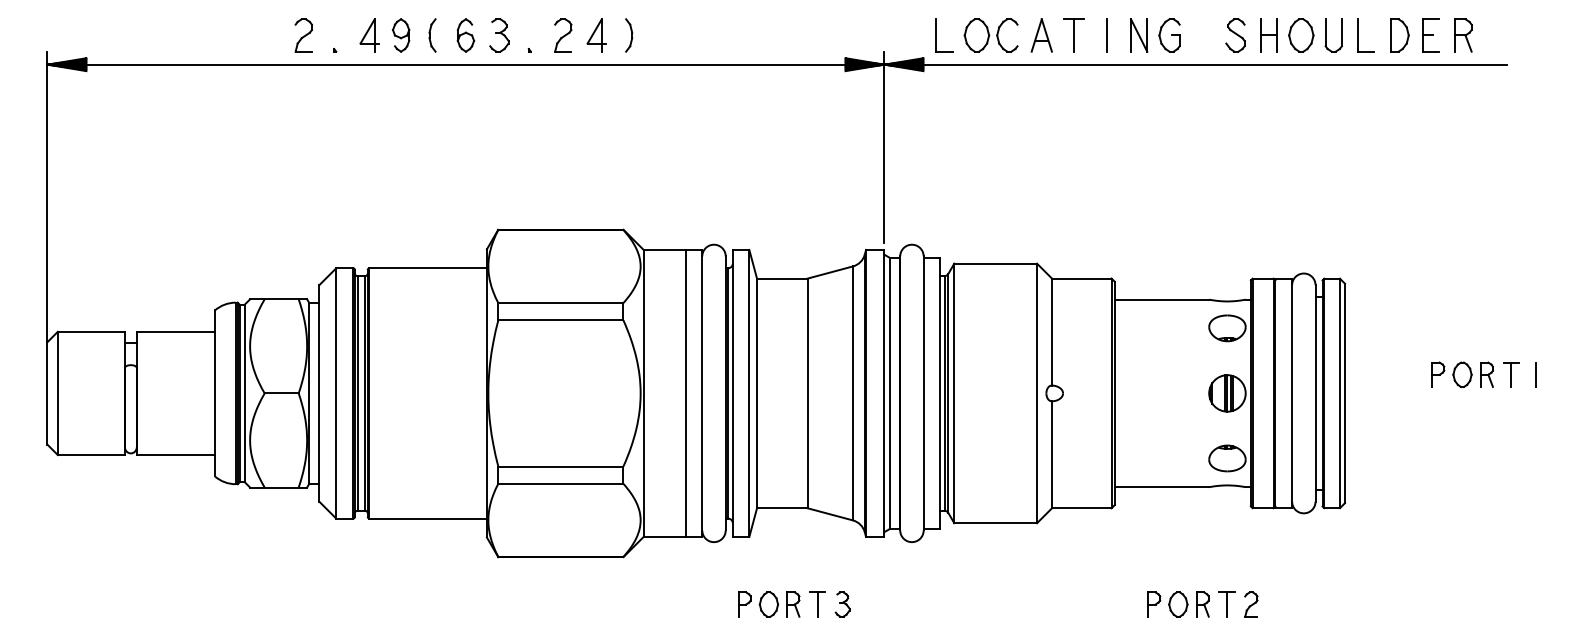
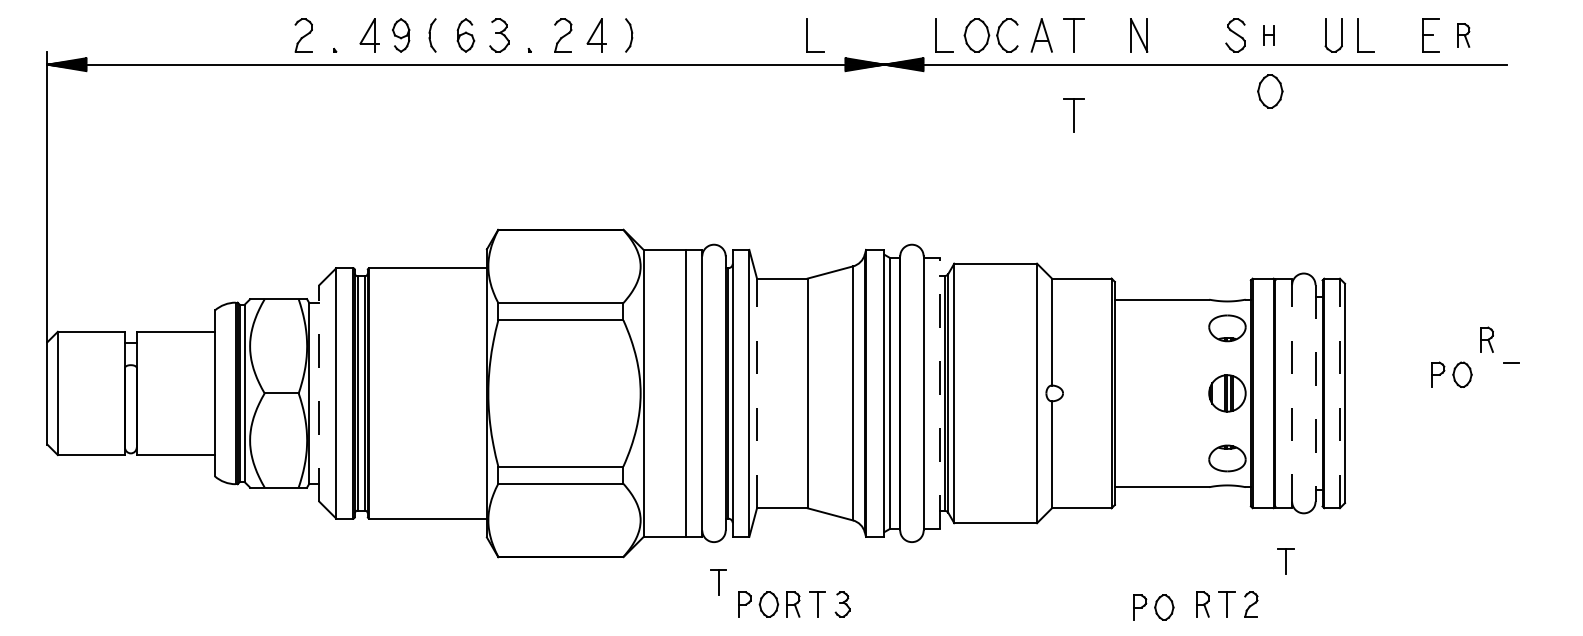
part at (807, 35): none -> present
line at (1106, 35): present -> none
part at (1169, 35): present -> none
part at (1268, 35) size: 18x35 px -> 12x21 px
part at (1301, 35) position: (1301, 35) -> (1270, 91)
part at (1399, 35): present -> none
part at (1463, 35) size: 19x35 px -> 14x25 px
part at (1073, 115): none -> present
line at (884, 147): present -> none
part at (1486, 374) position: (1486, 374) -> (1486, 339)
line at (1511, 374): present -> none
line at (1535, 374): present -> none
line at (319, 392): solid -> dashed
line at (940, 392): solid -> dashed
line at (757, 393): solid -> dashed
line at (1292, 393): solid -> dashed
line at (1315, 393): solid -> dashed
line at (1340, 393): solid -> dashed
part at (1285, 561): none -> present
part at (718, 582): none -> present
part at (1167, 604) position: (1167, 604) -> (1153, 607)
